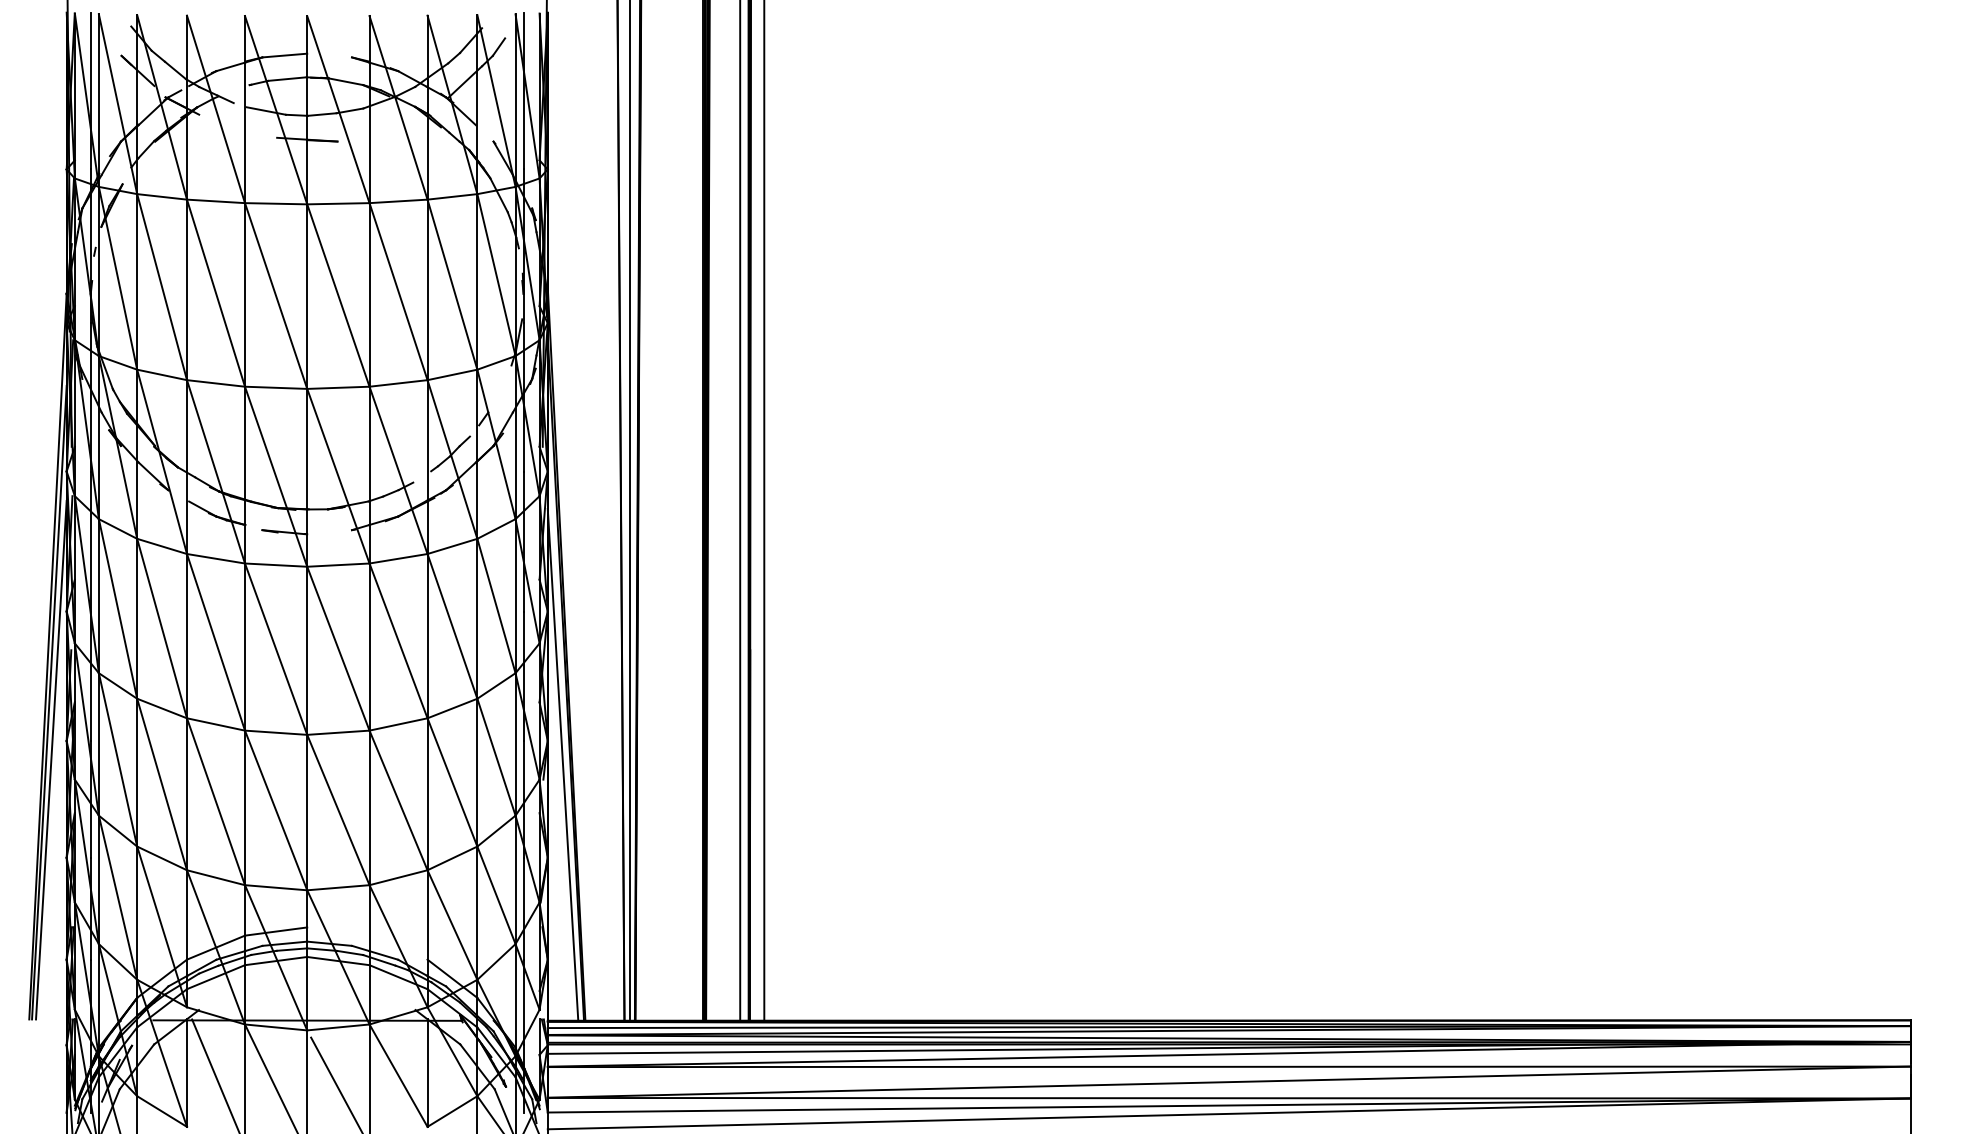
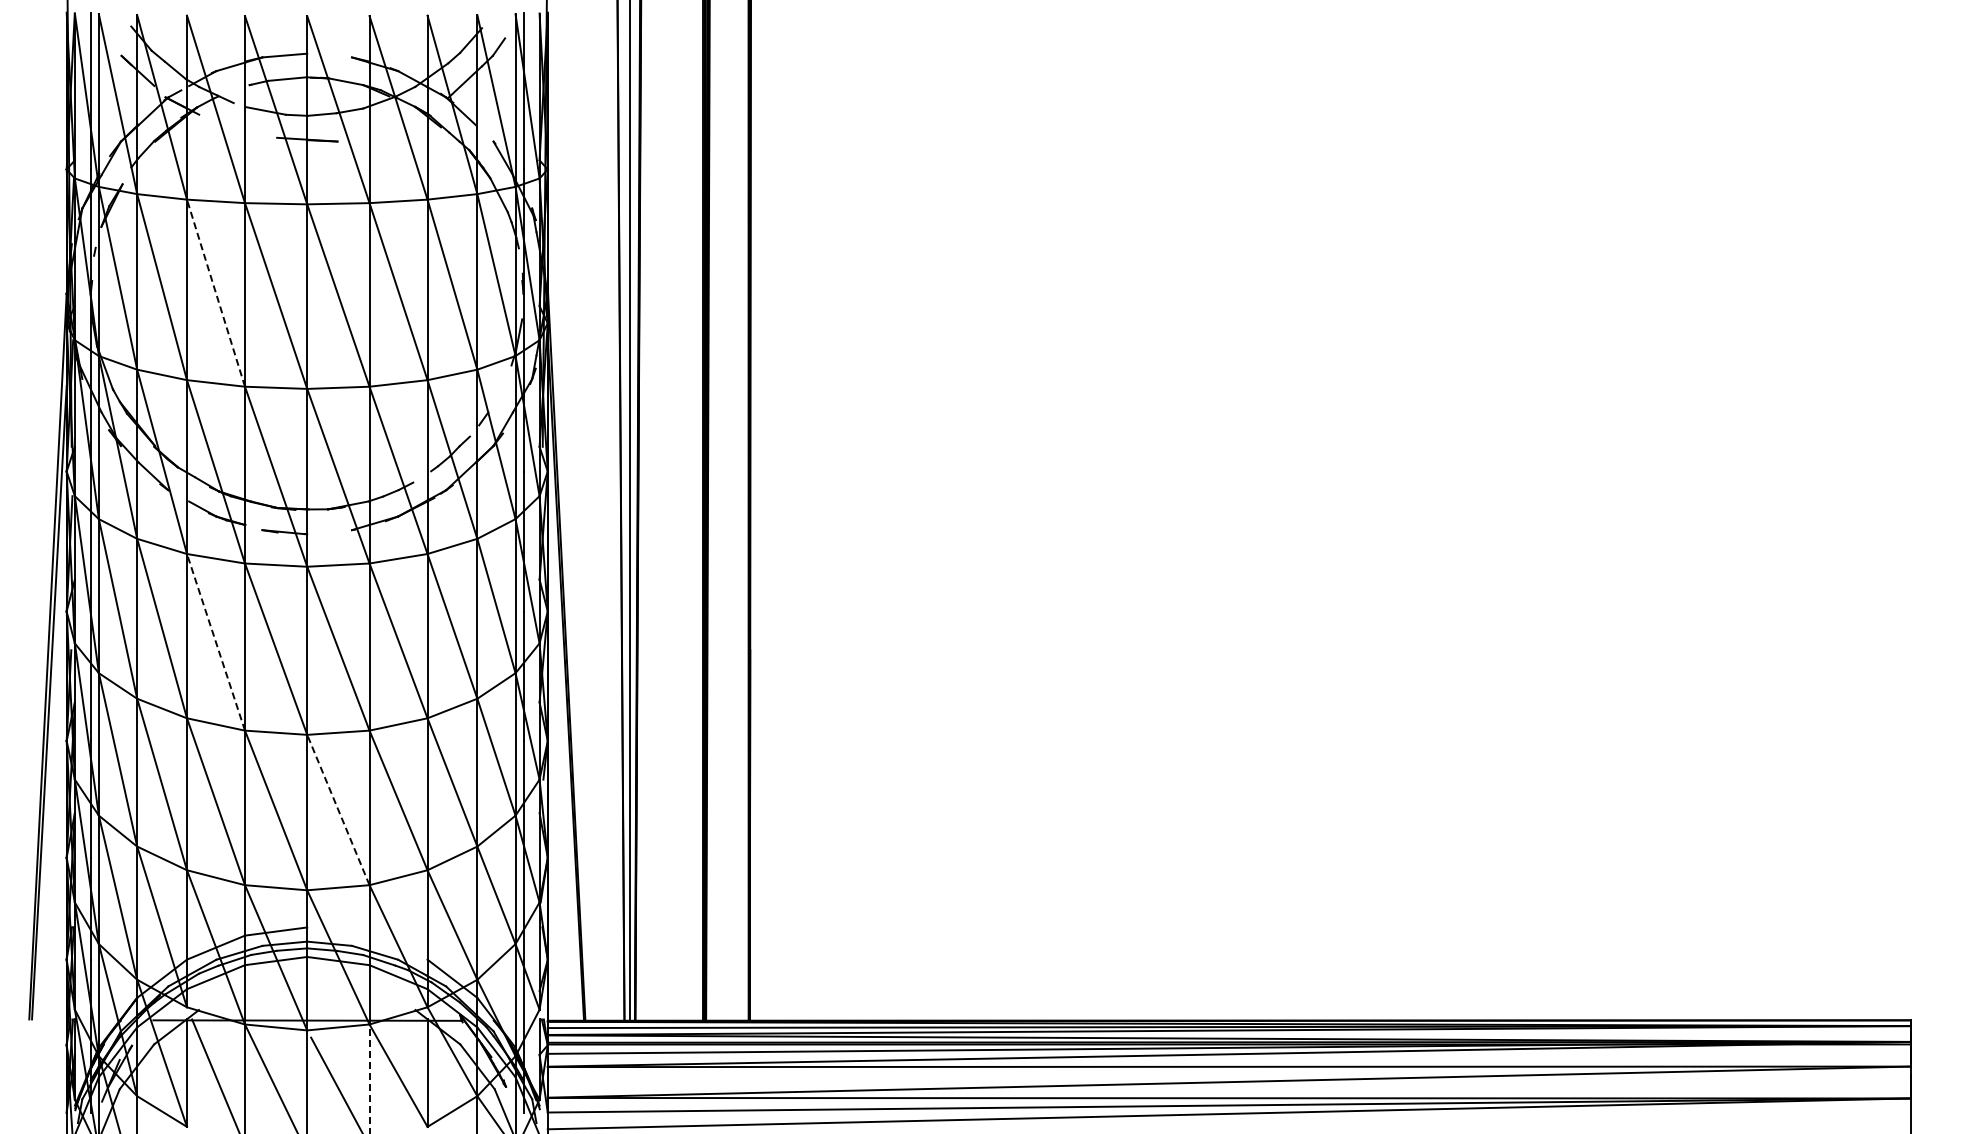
line at (216, 293): solid -> dashed
line at (740, 510): present -> none
line at (764, 510): present -> none
line at (216, 642): solid -> dashed
line at (51, 759): present -> none
line at (562, 763): present -> none
line at (338, 809): solid -> dashed
line at (369, 1078): solid -> dashed
